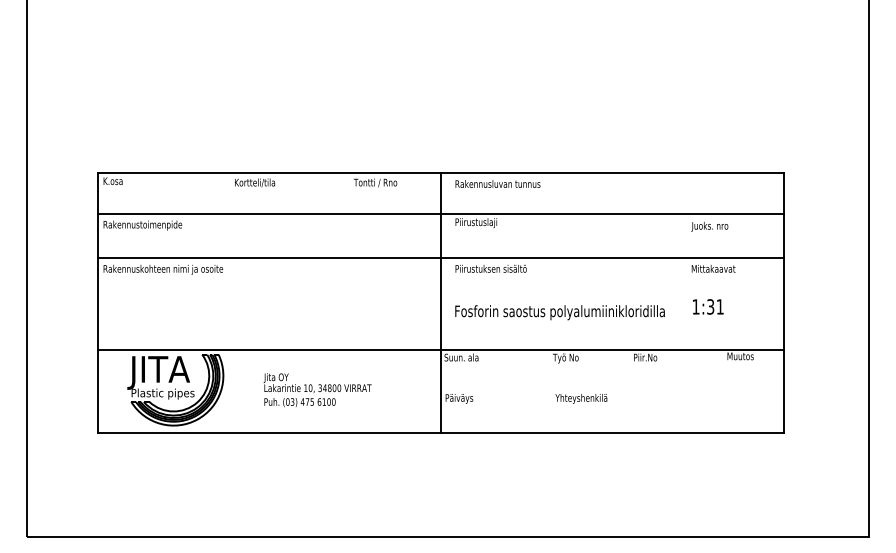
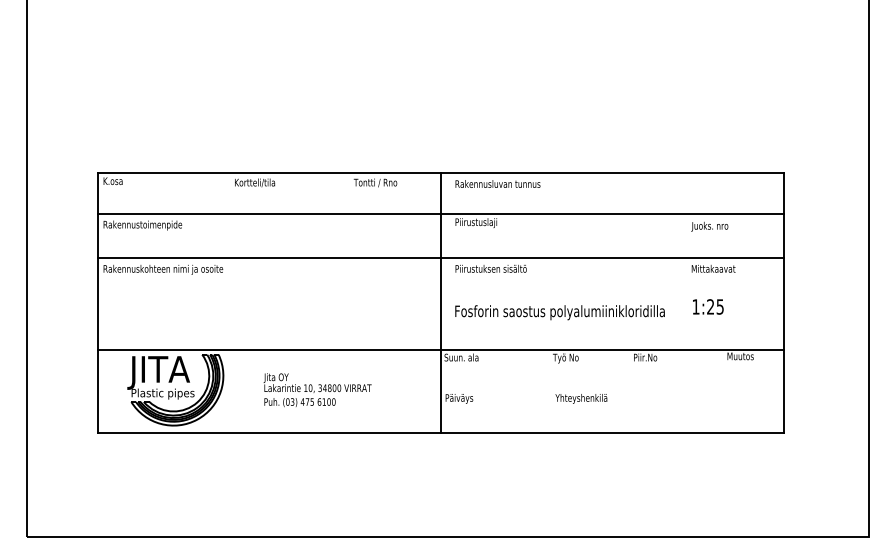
text at (715, 306): 1:31 -> 1:25
